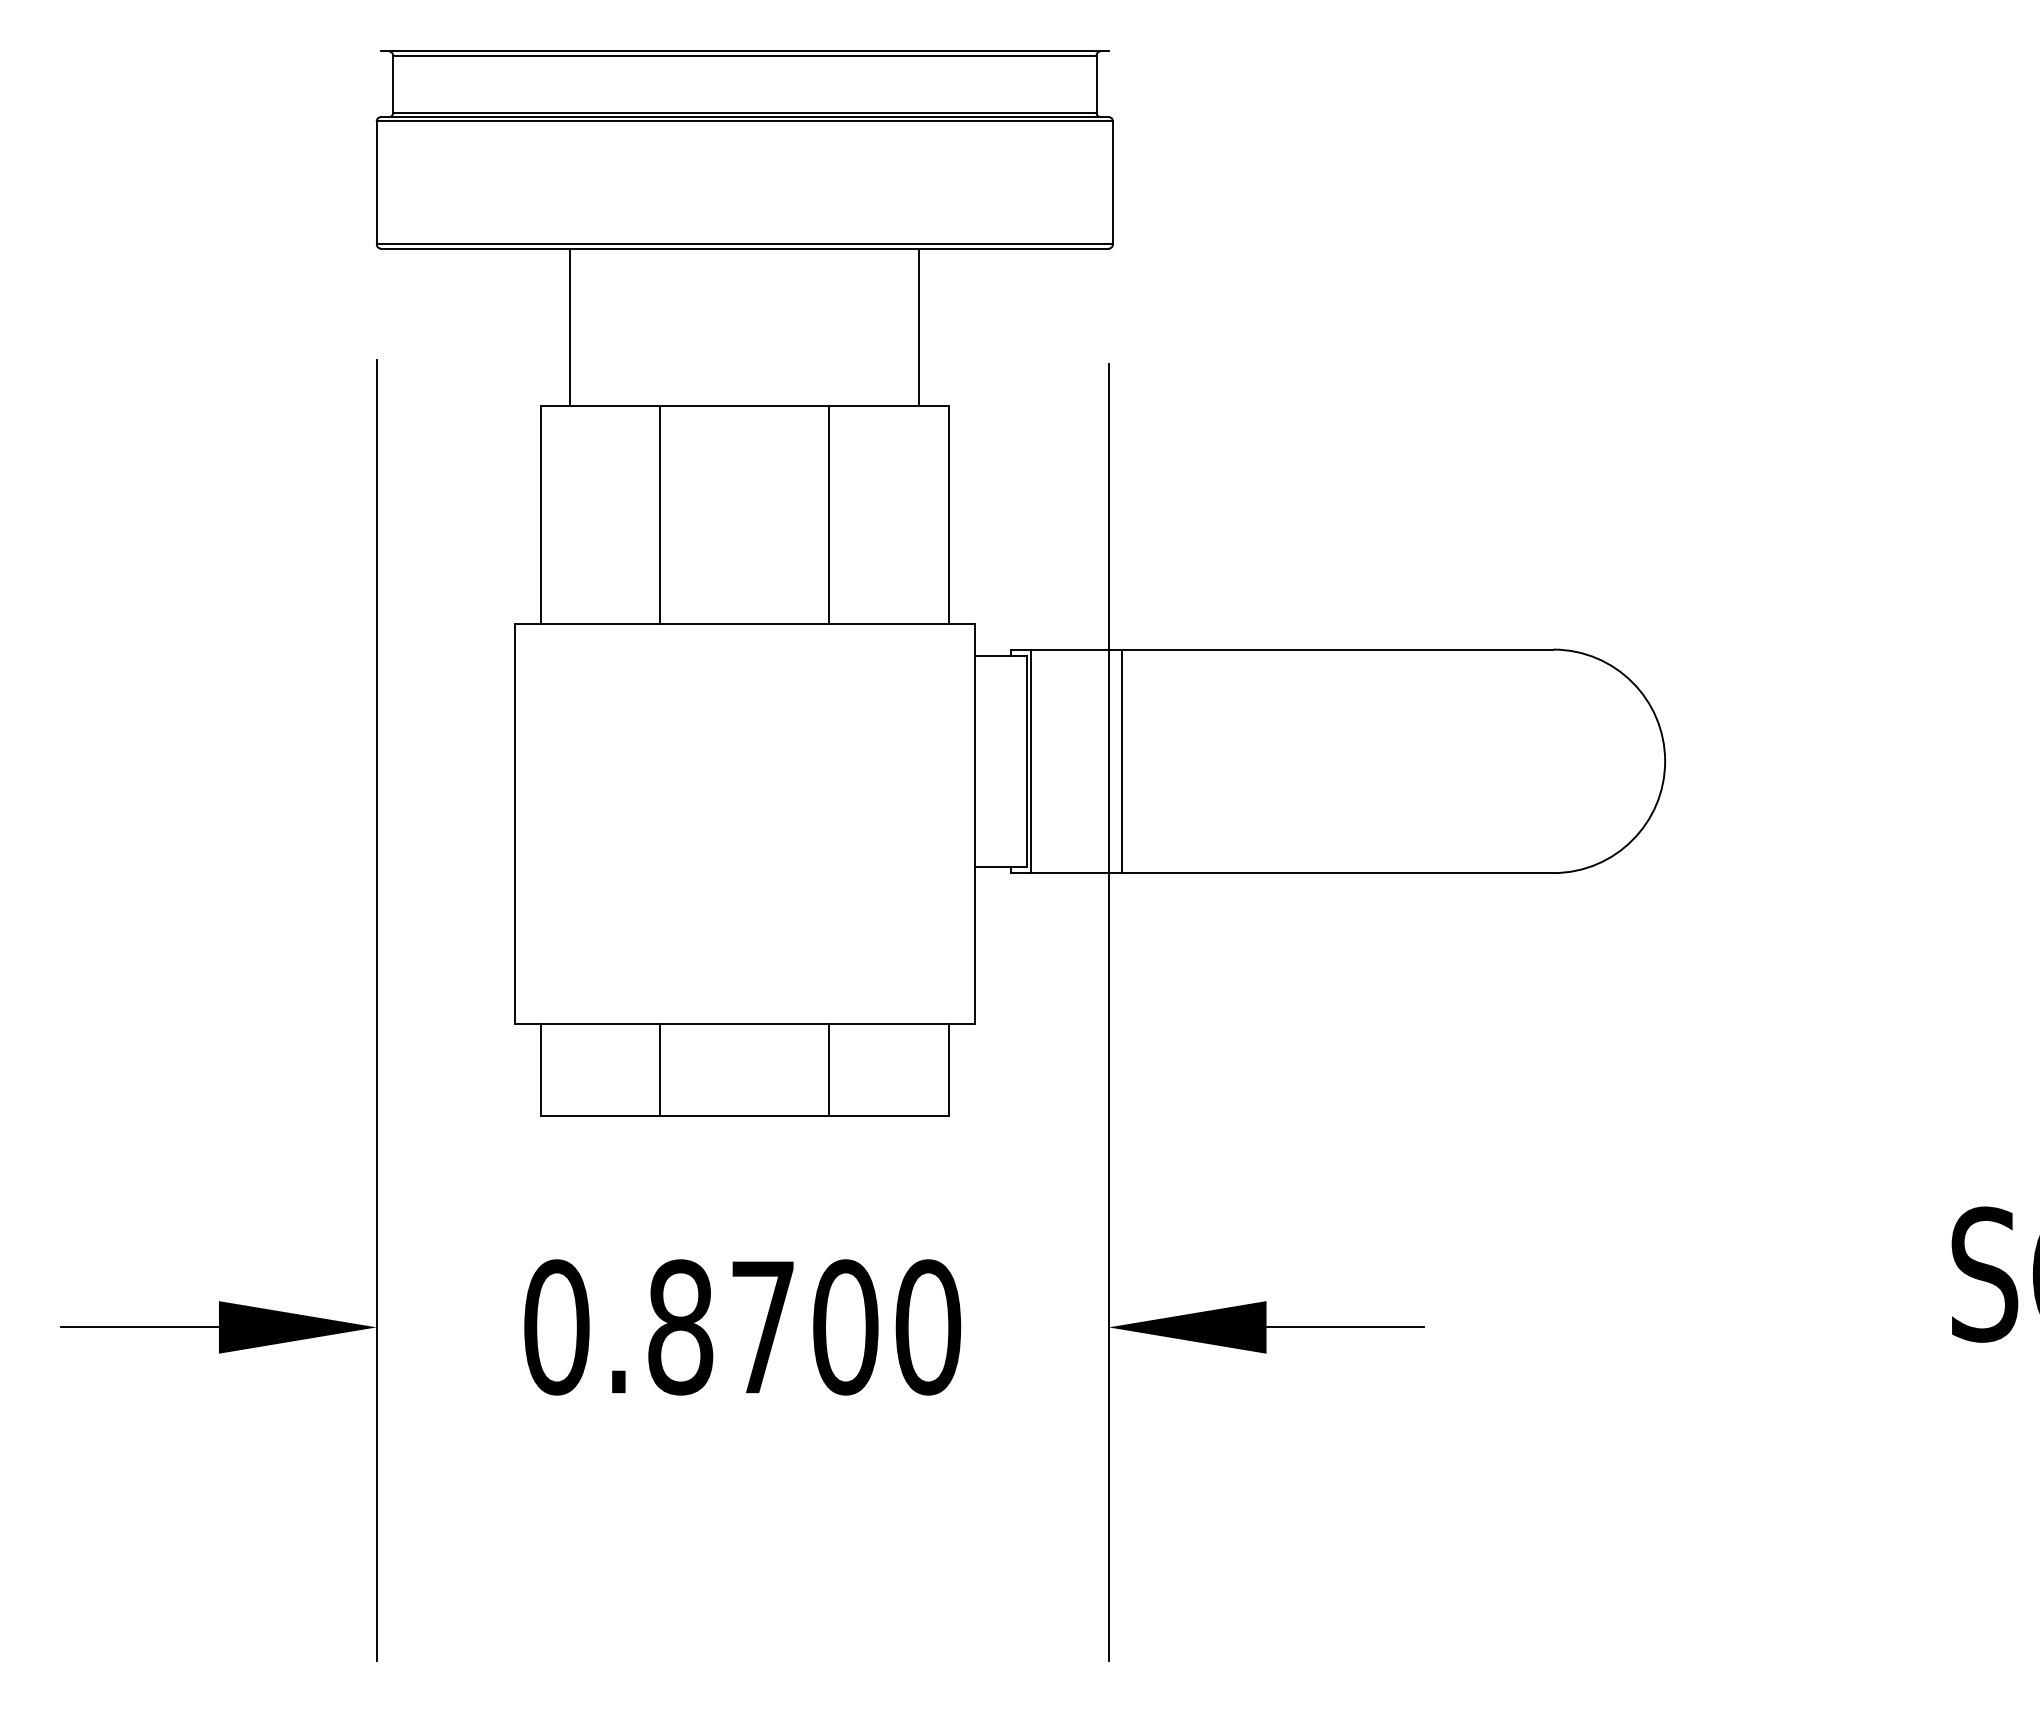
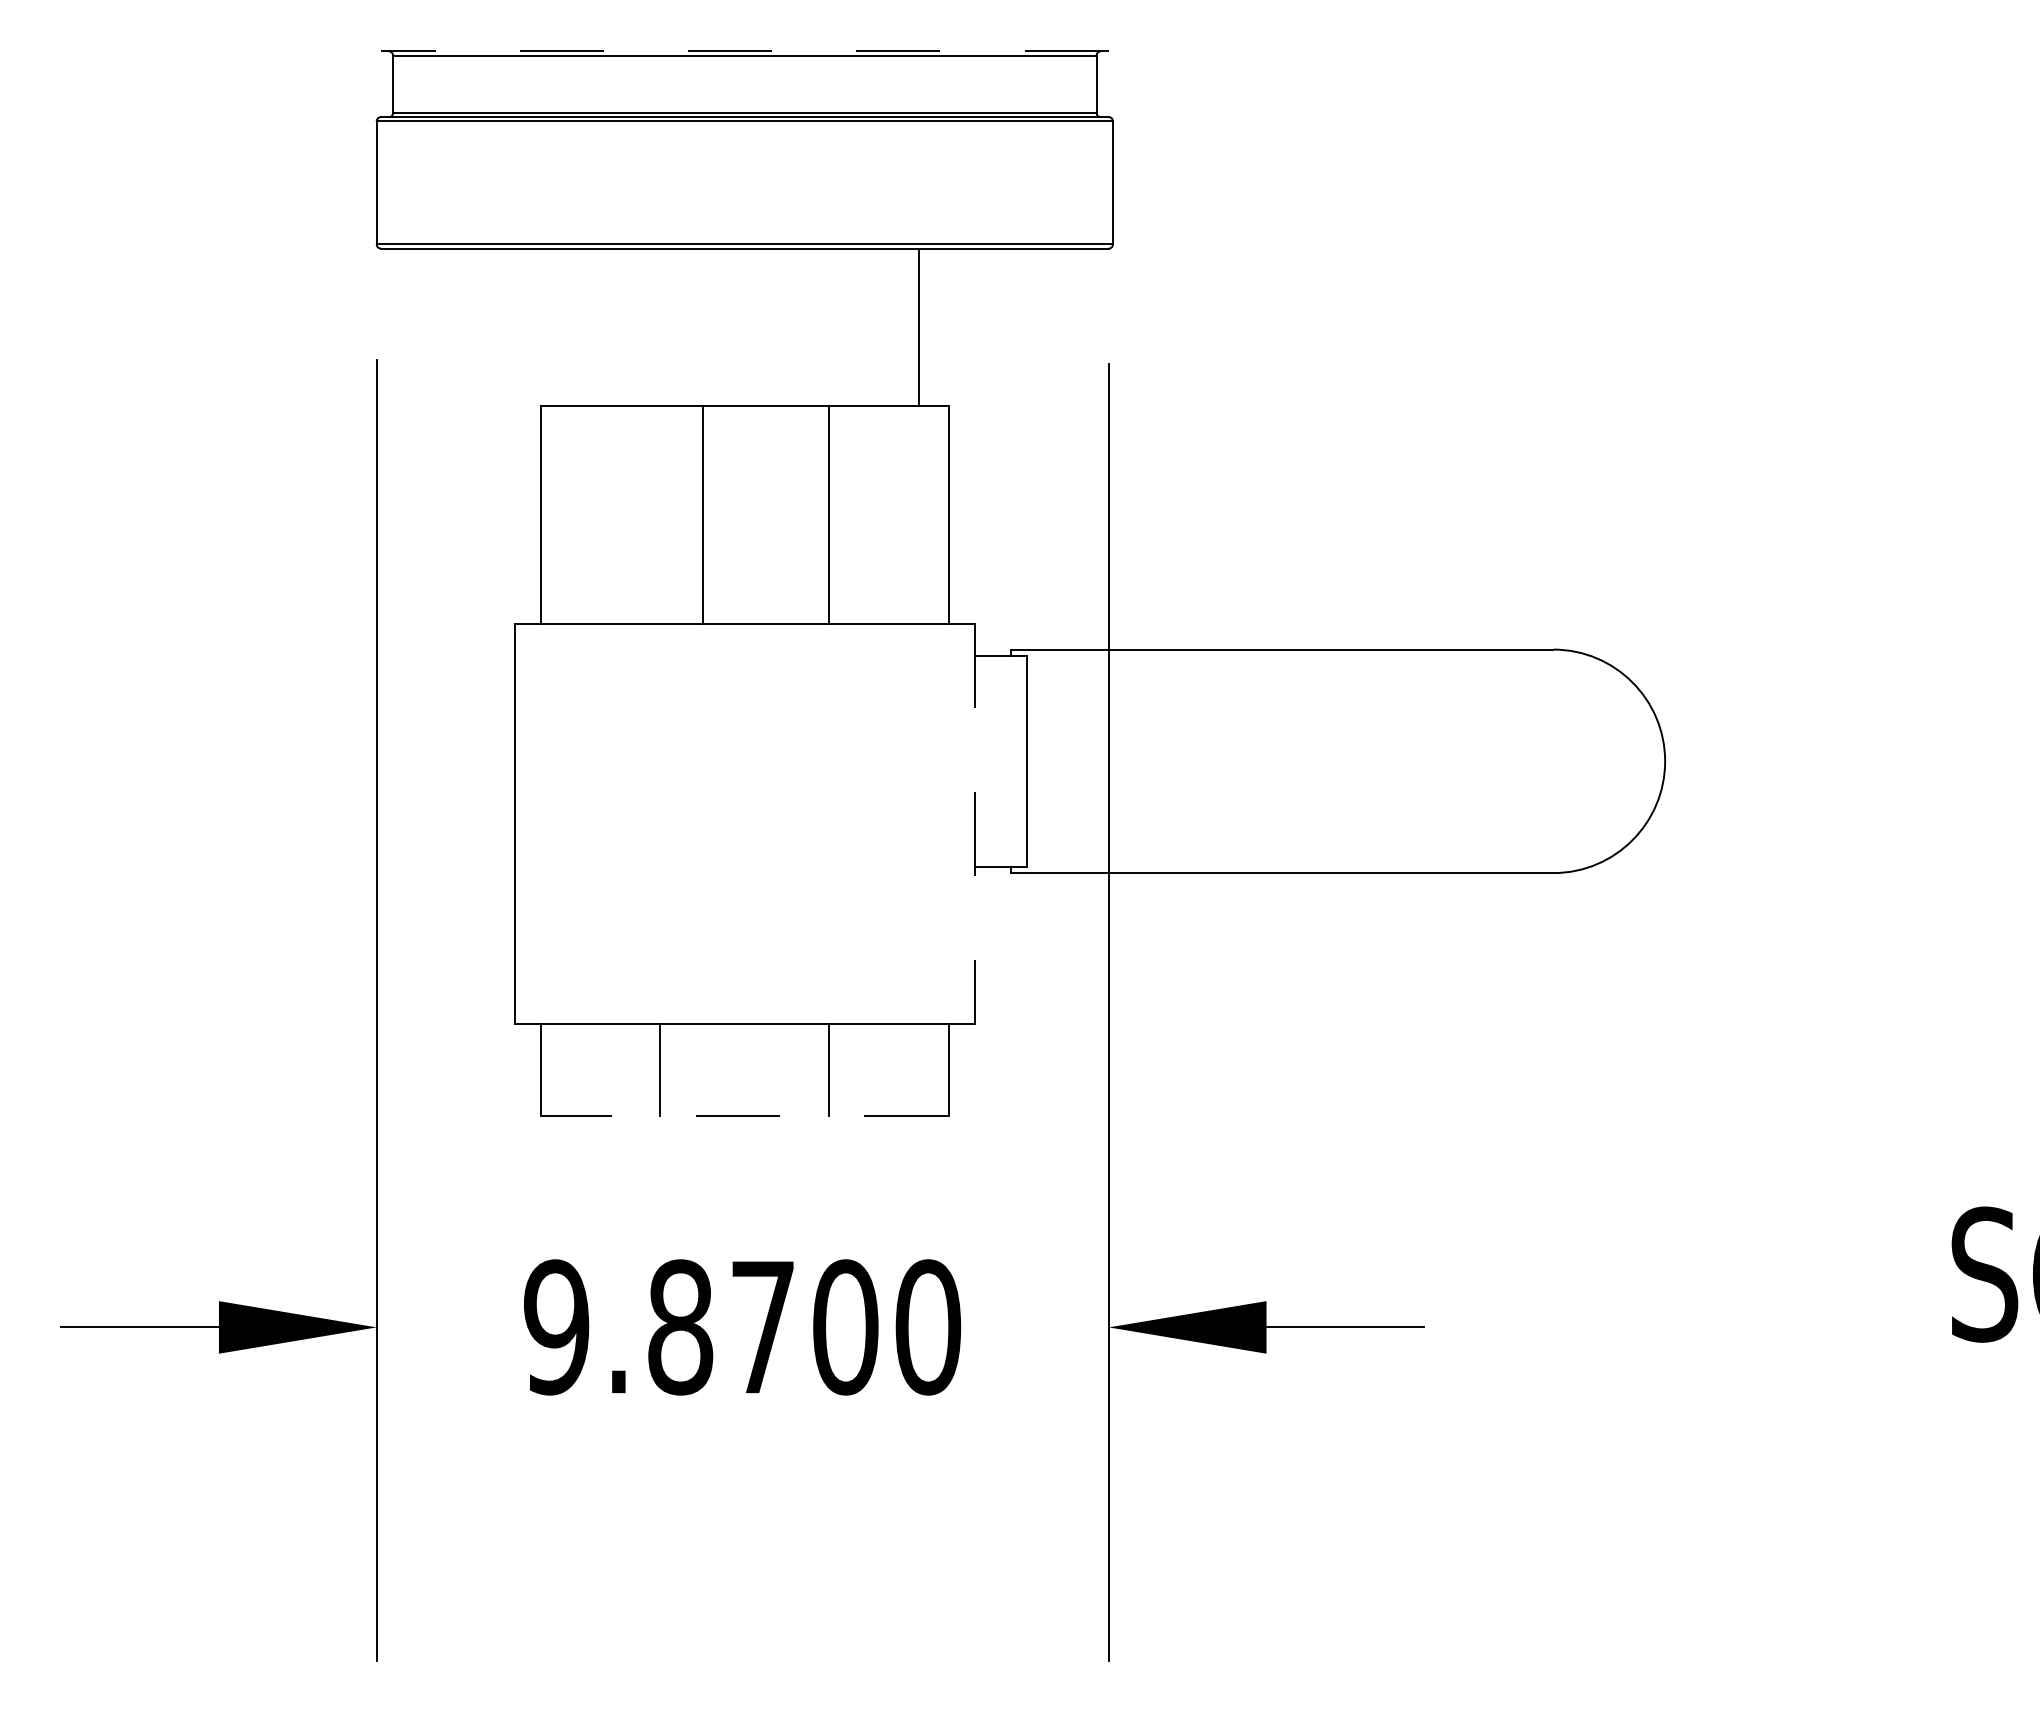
line at (744, 51): solid -> dashed
line at (570, 327): present -> none
line at (660, 514) position: (660, 514) -> (703, 514)
line at (1030, 761): present -> none
line at (1121, 761): present -> none
line at (974, 824): solid -> dashed
line at (744, 1116): solid -> dashed
text at (556, 1327): 0.8700 -> 9.8700
